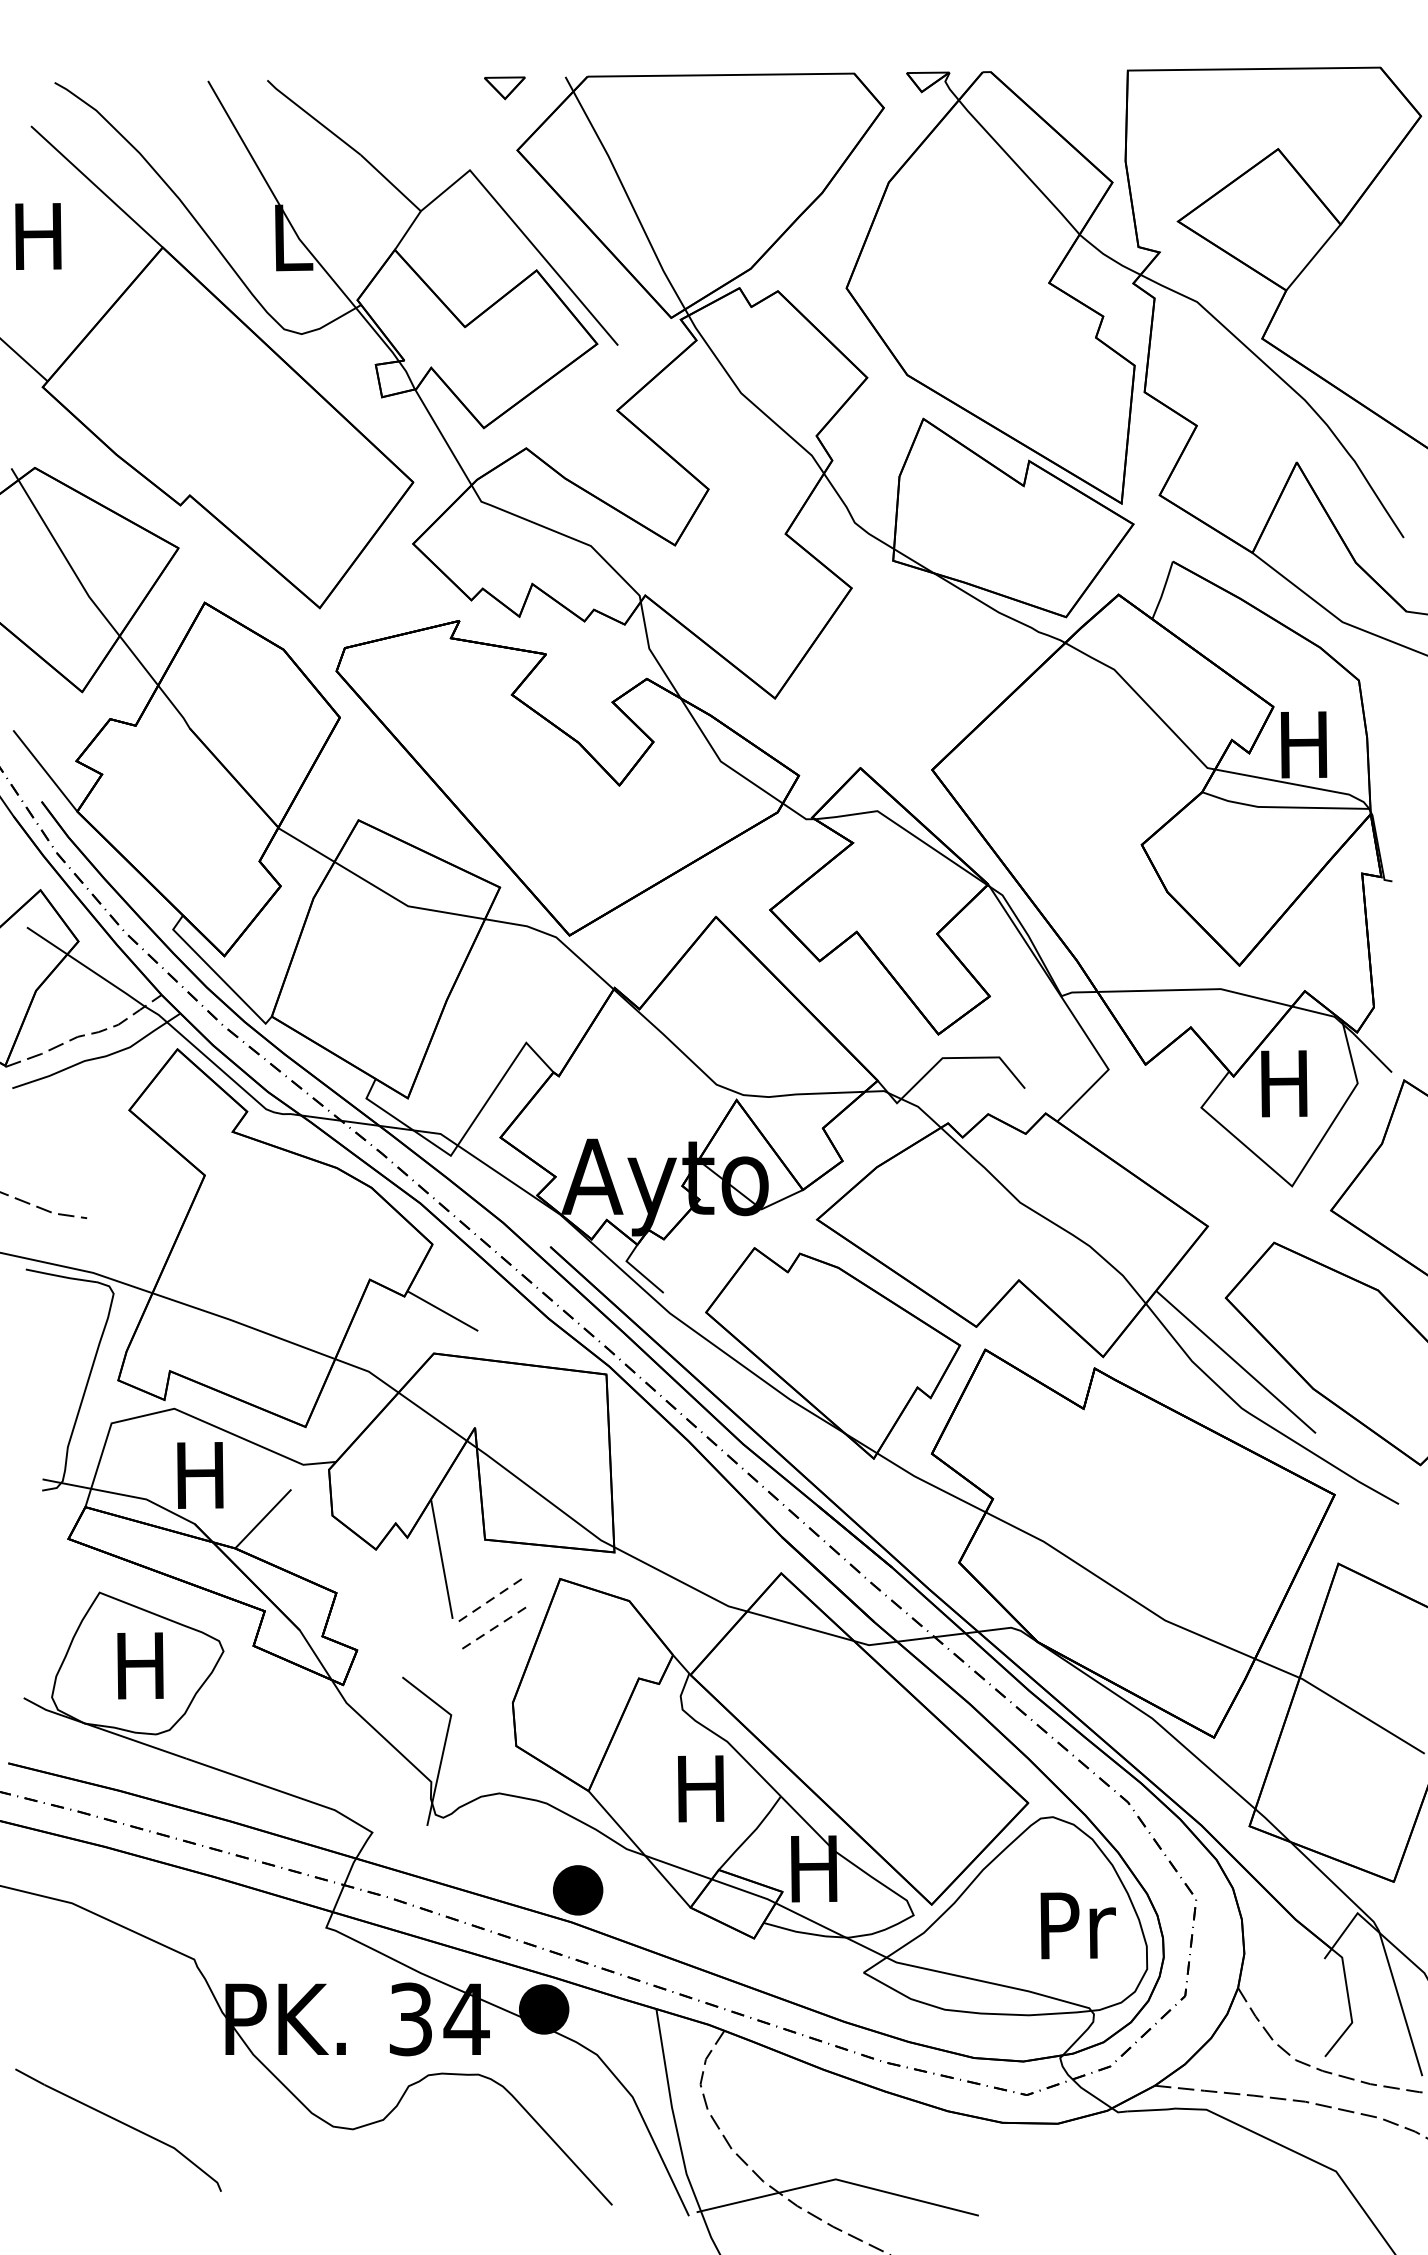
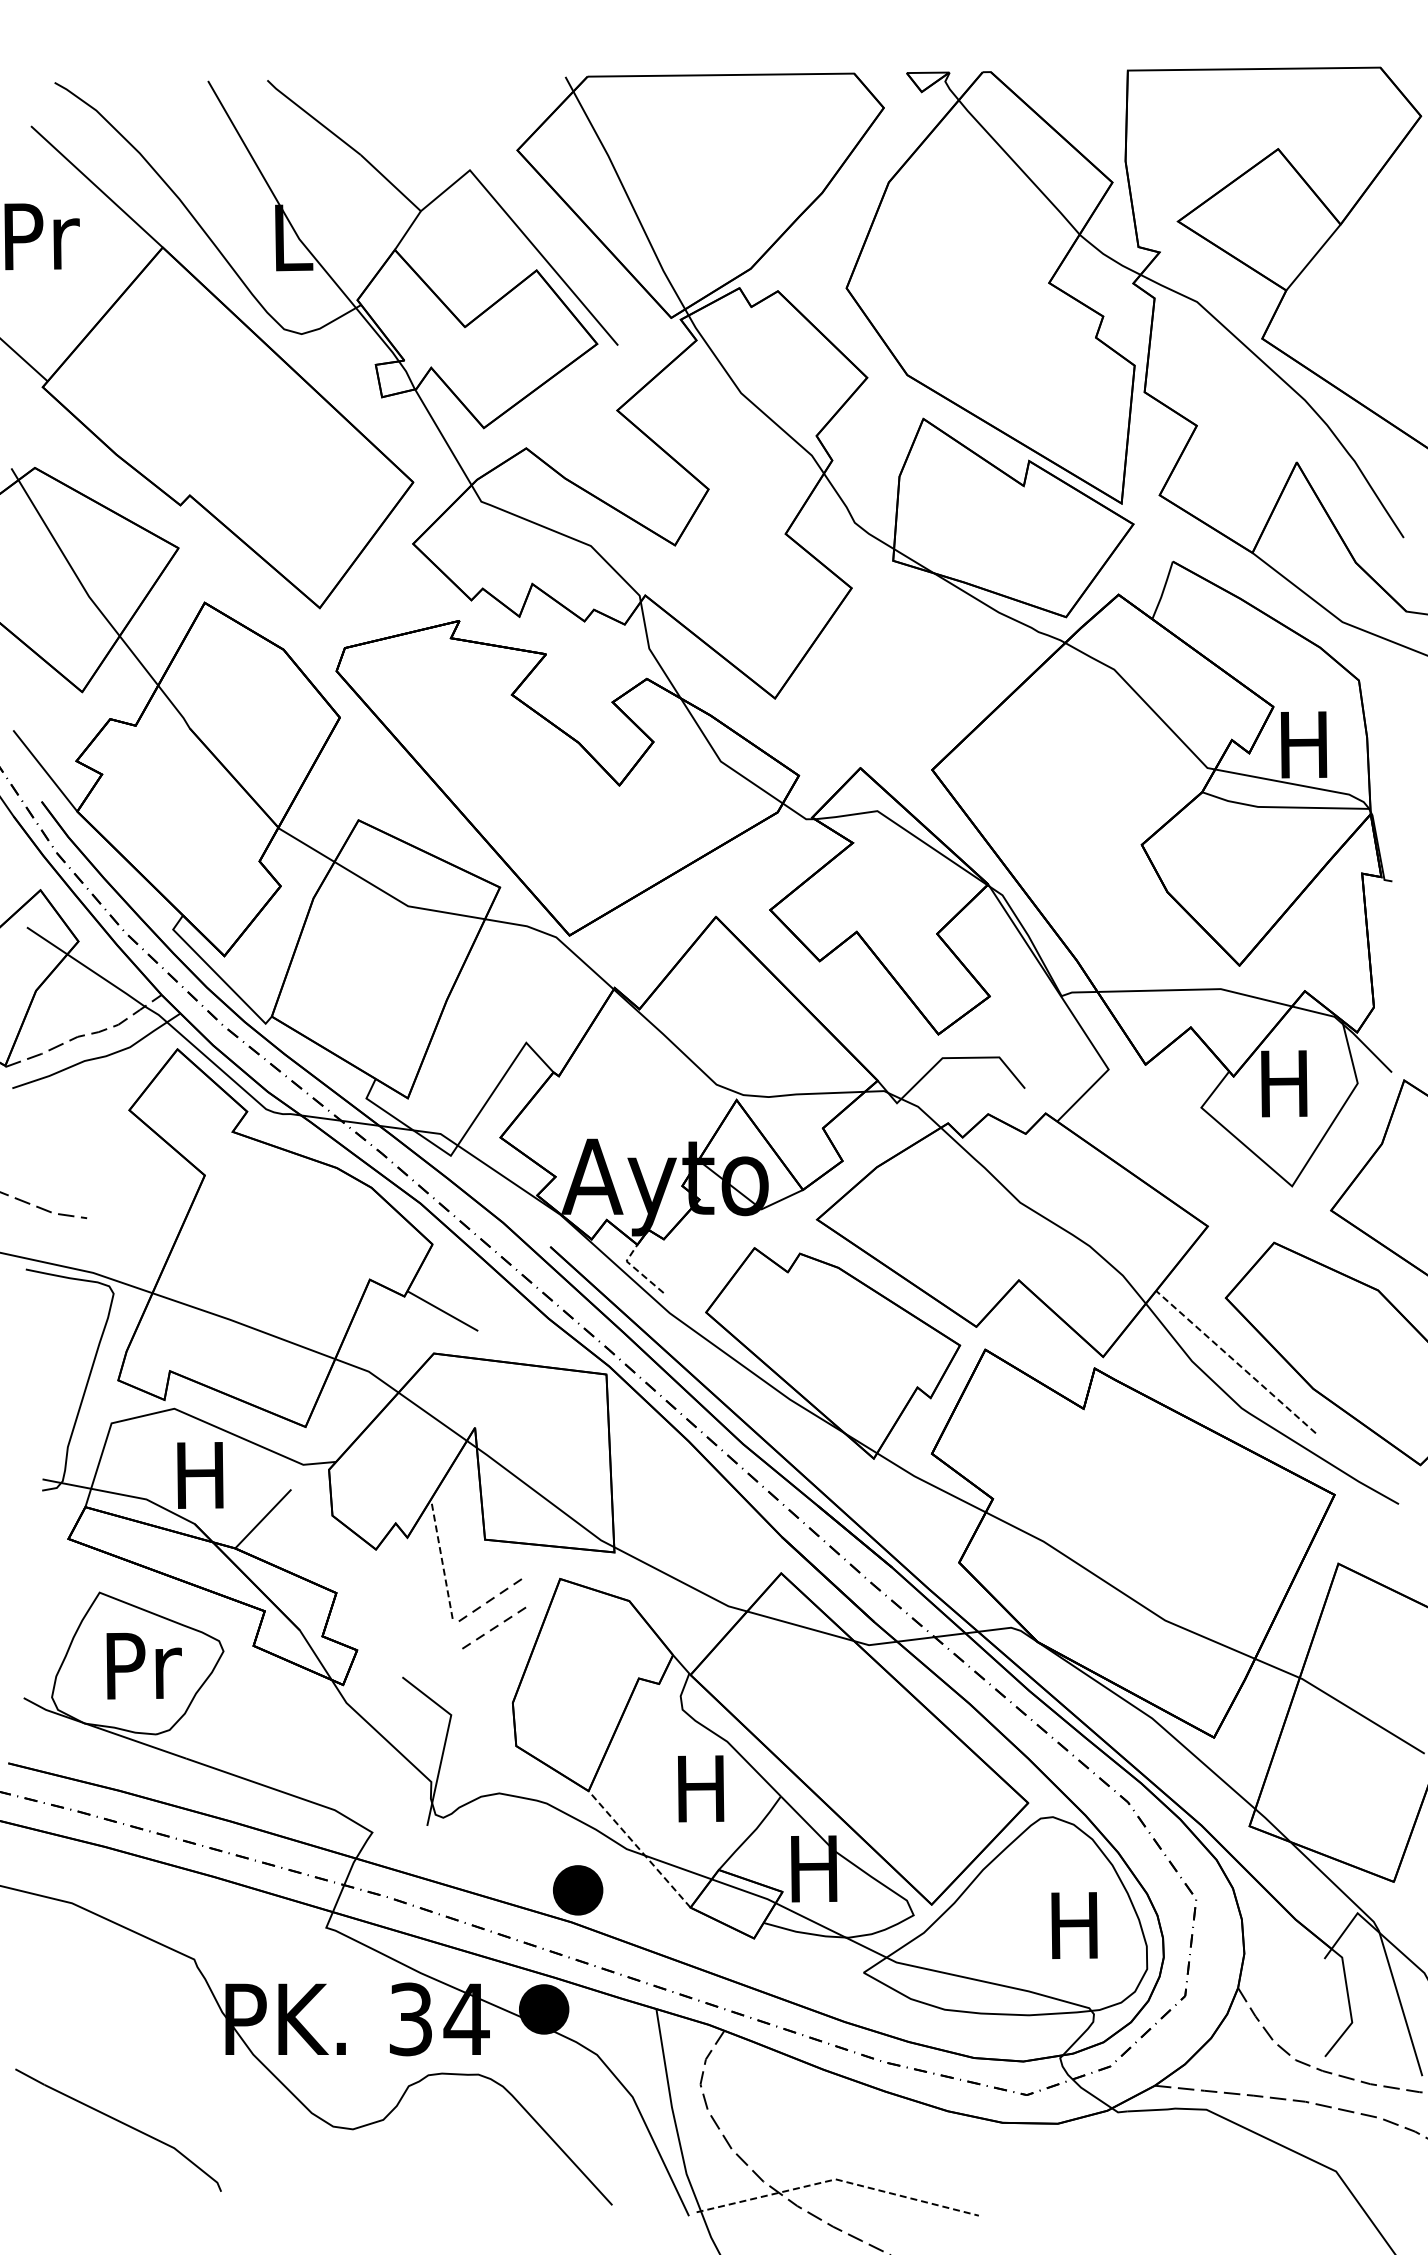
part at (504, 88): present -> none
text at (41, 236): H -> Pr
line at (637, 1270): solid -> dashed
line at (1235, 1361): solid -> dashed
line at (441, 1559): solid -> dashed
text at (143, 1665): H -> Pr
line at (639, 1849): solid -> dashed
text at (1077, 1925): Pr -> H
line at (837, 2179): solid -> dashed
